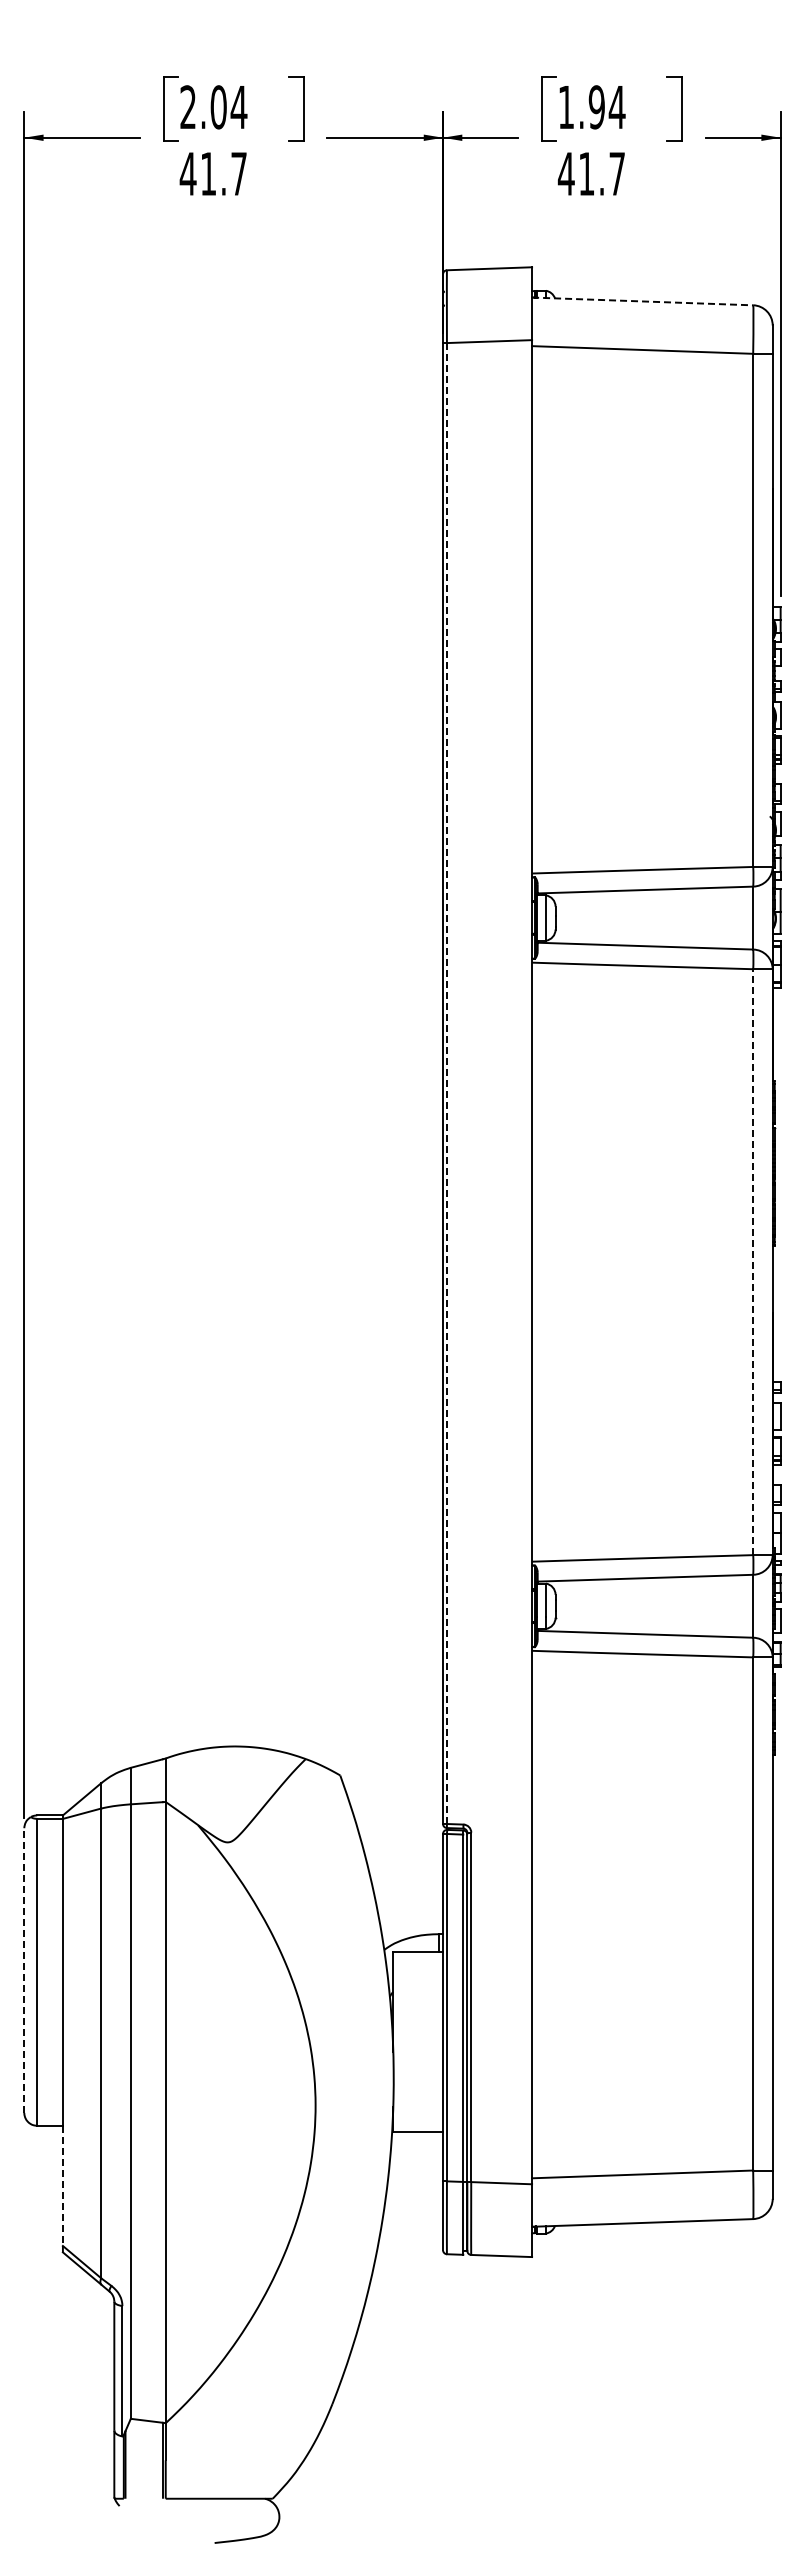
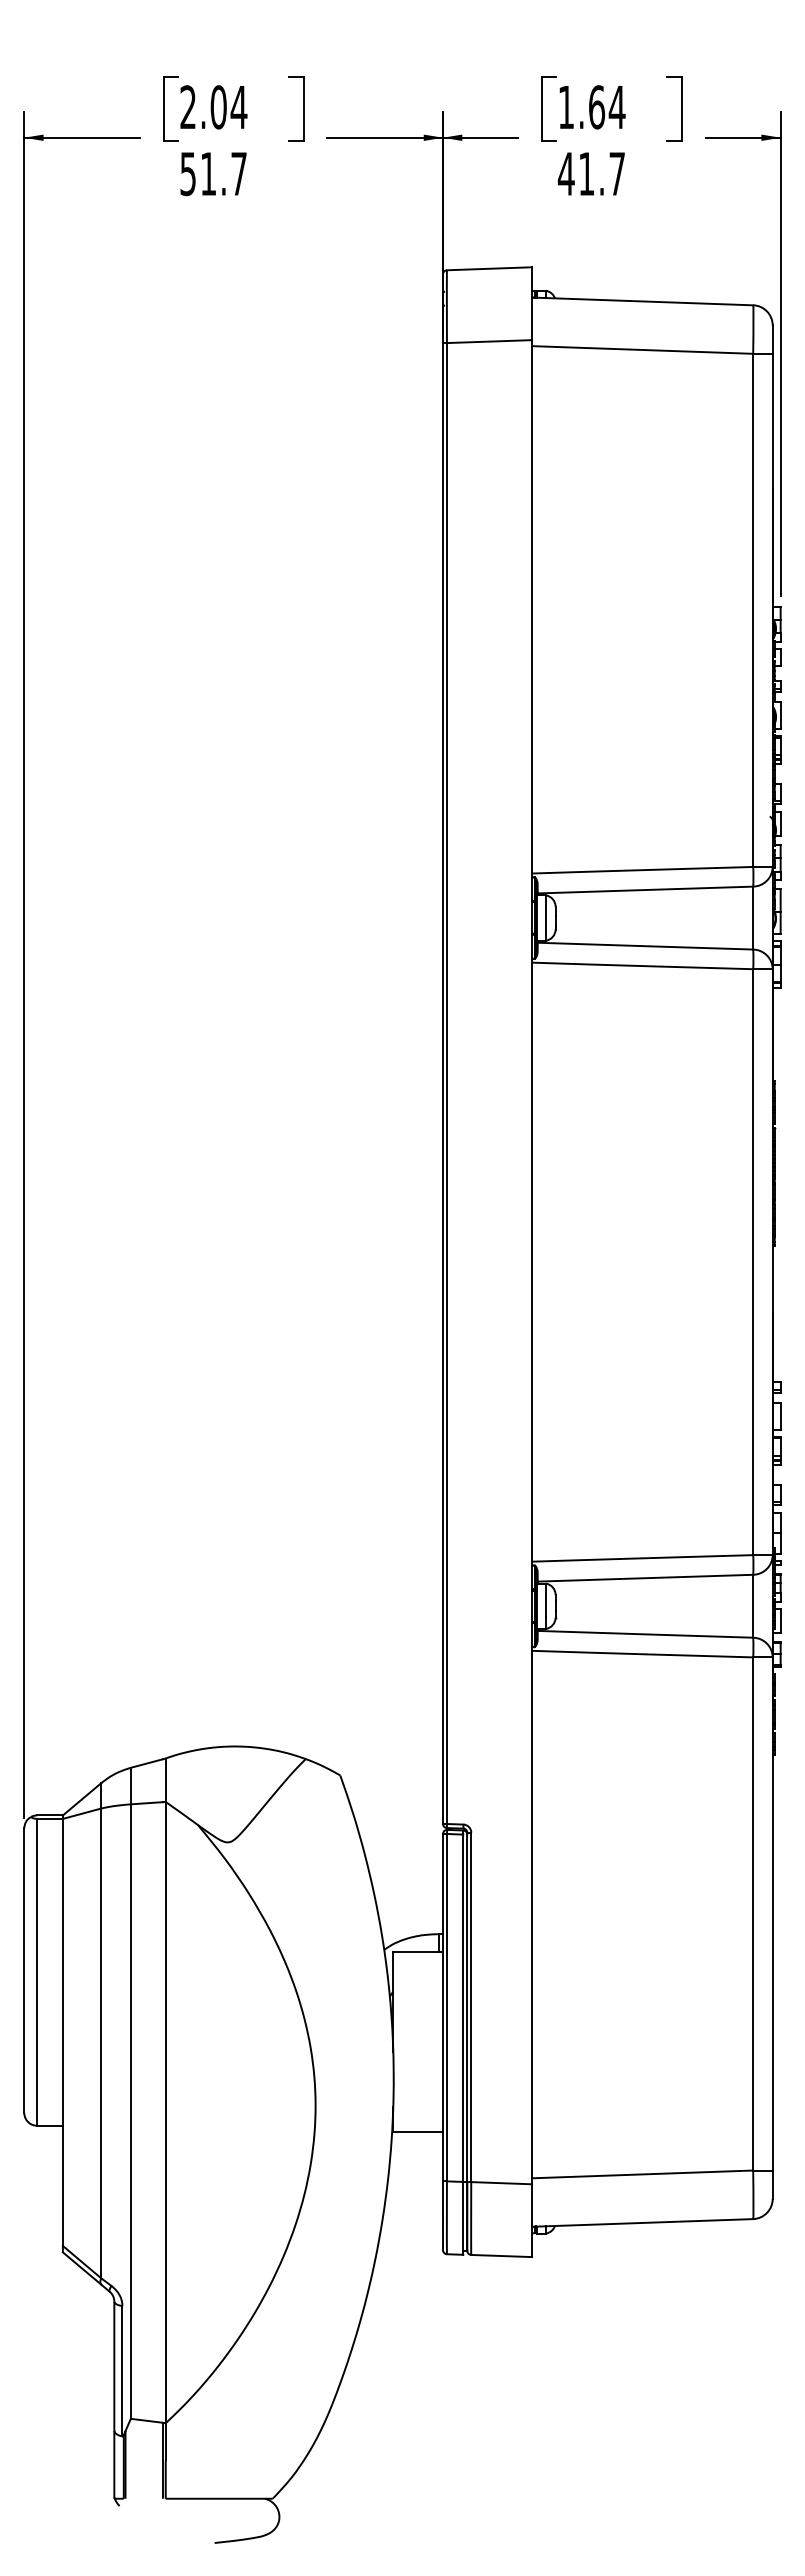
text at (596, 107): 1.94 -> 1.64
text at (187, 174): 41.7 -> 51.7
line at (642, 301): dashed -> solid
line at (447, 1084): dashed -> solid
line at (753, 1262): dashed -> solid
line at (24, 1970): dashed -> solid
line at (62, 2186): dashed -> solid
